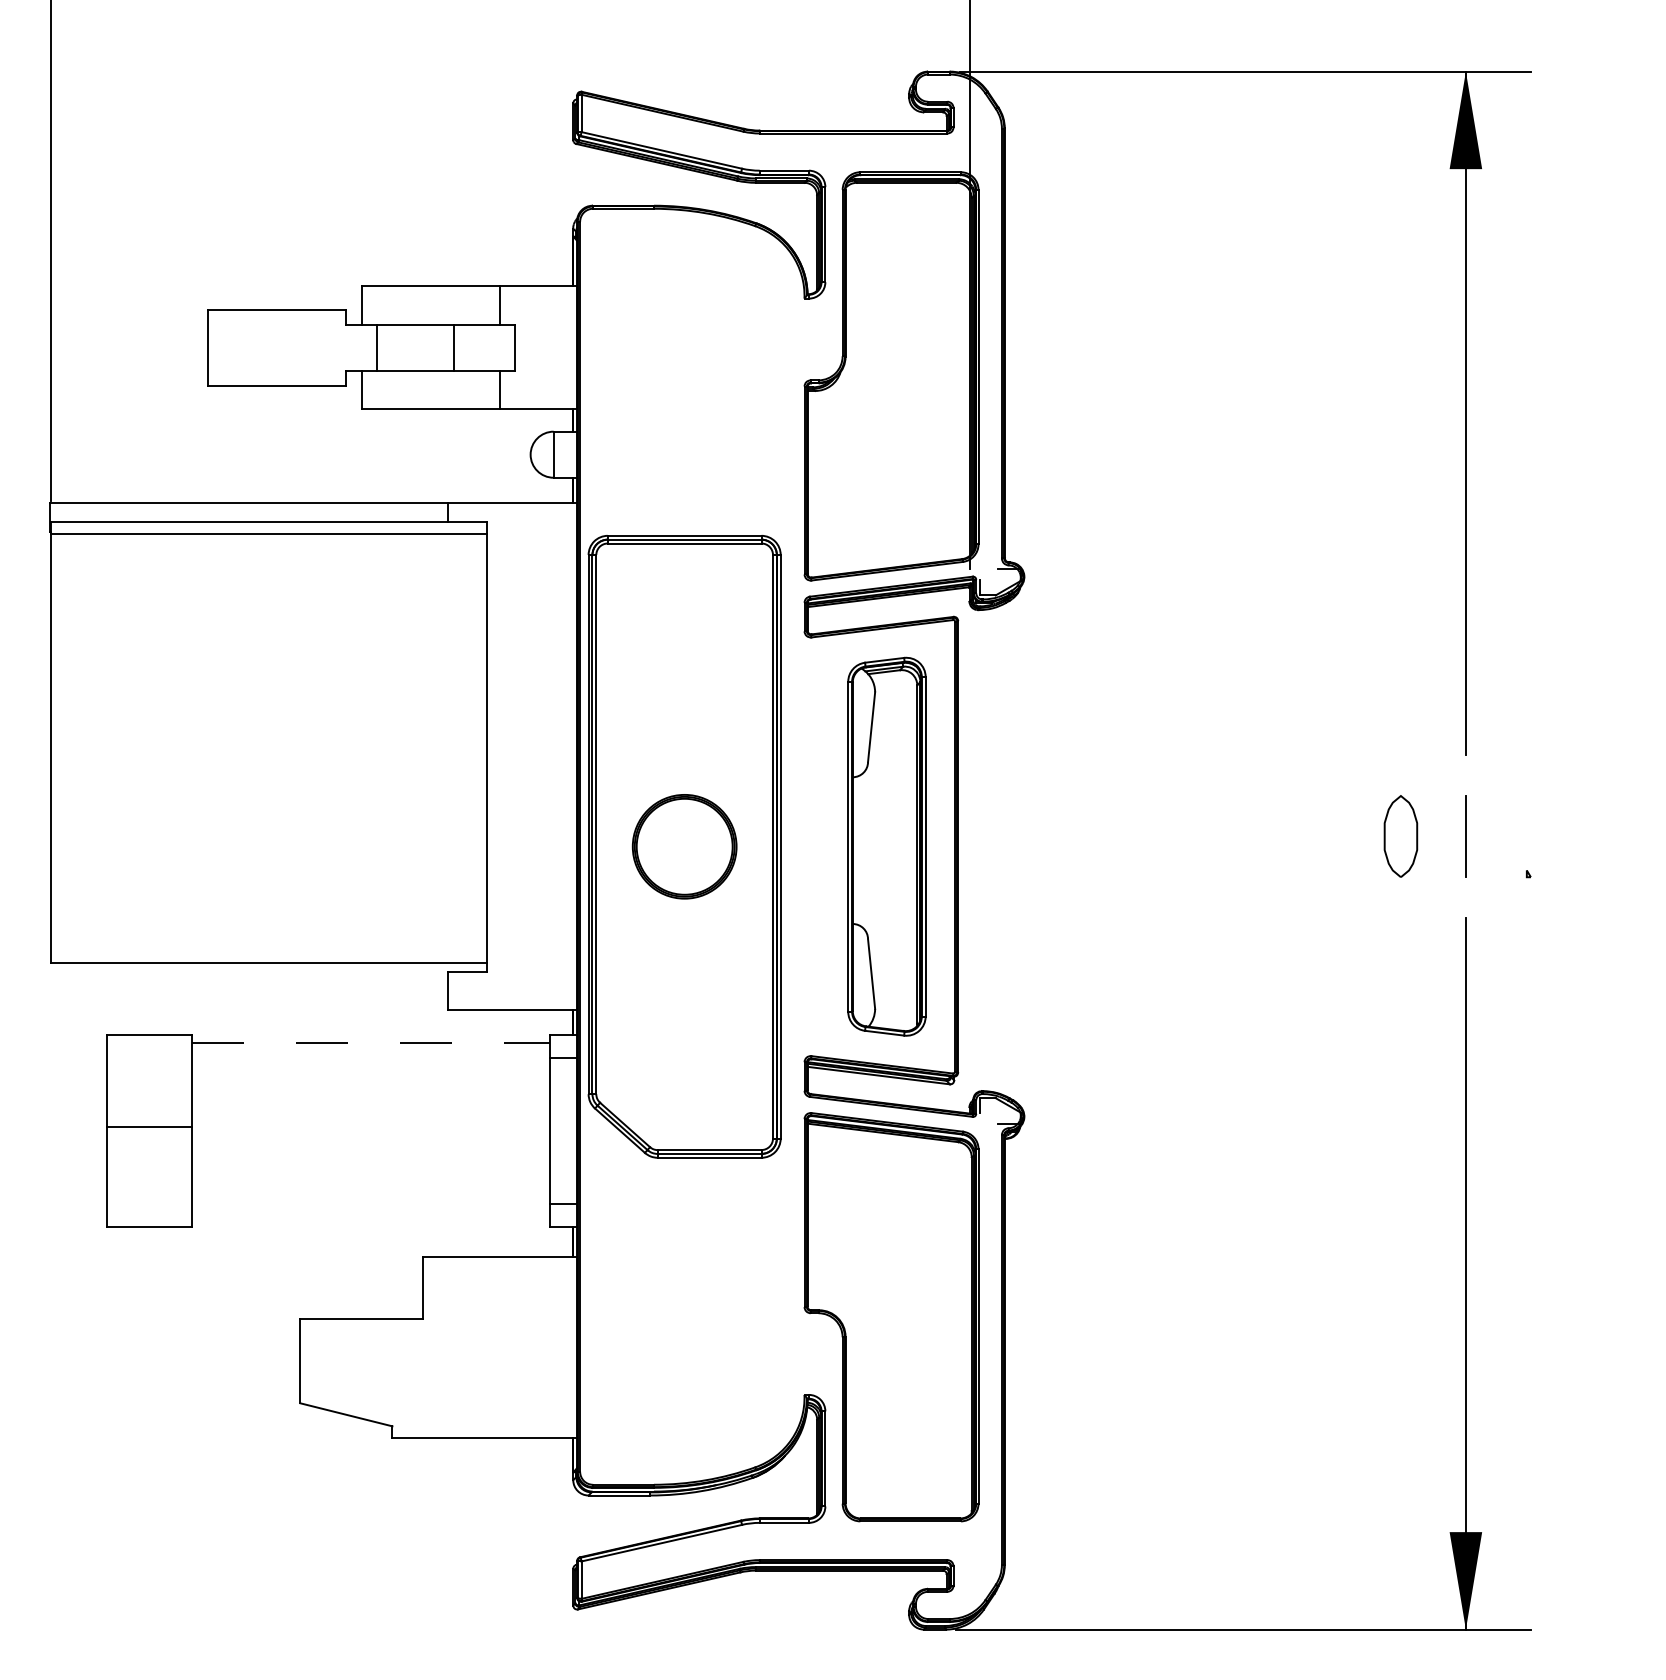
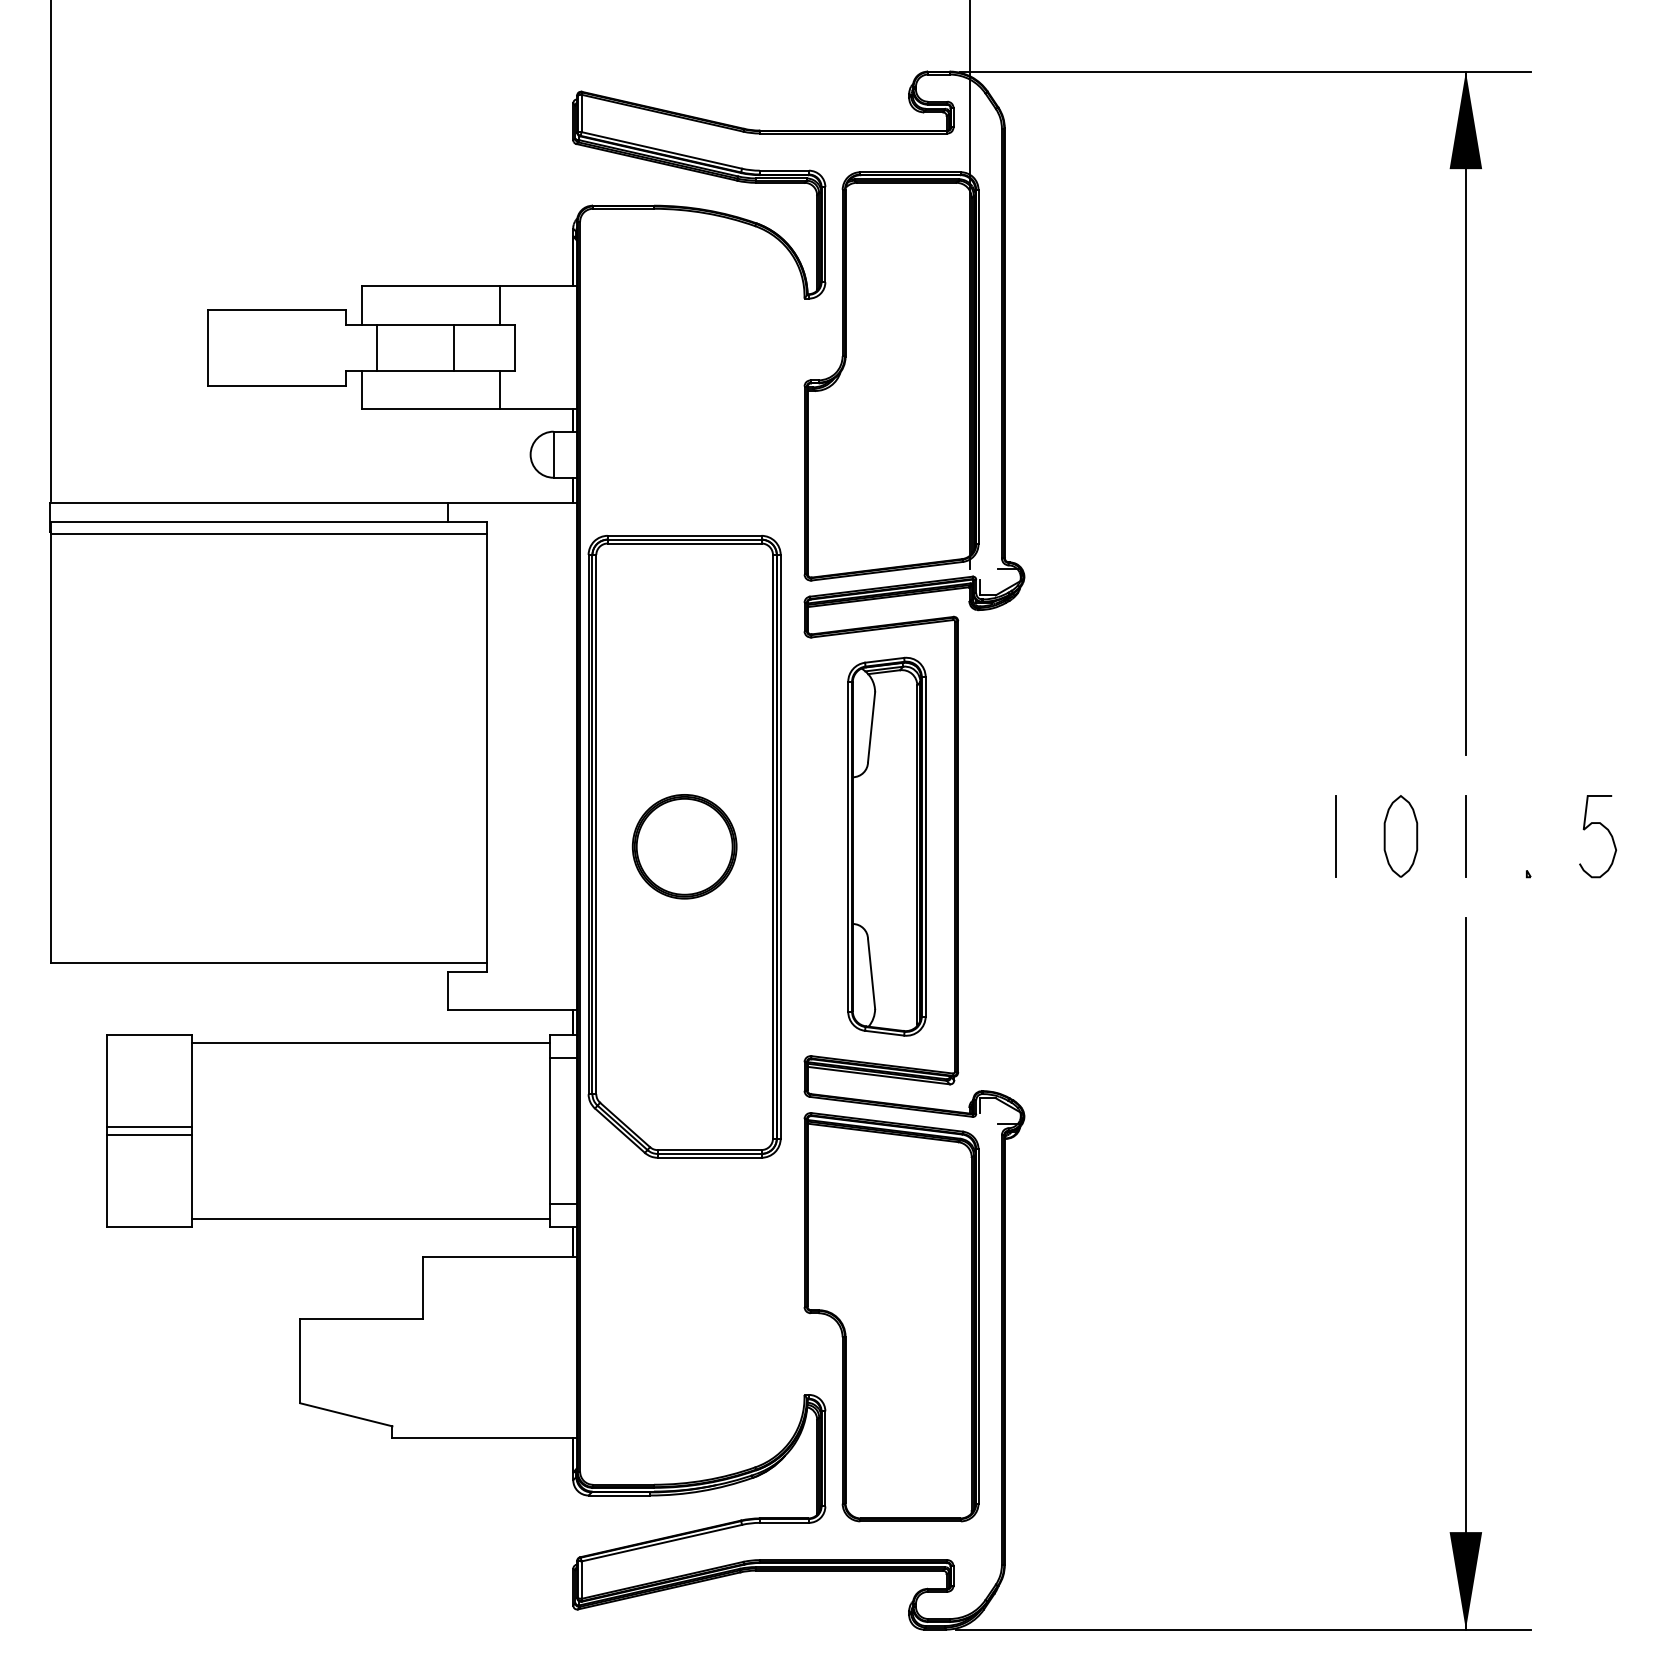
curve at (1604, 828): none -> present
line at (1335, 836): none -> present
line at (370, 1042): dashed -> solid
line at (149, 1134): none -> present
line at (370, 1219): none -> present
